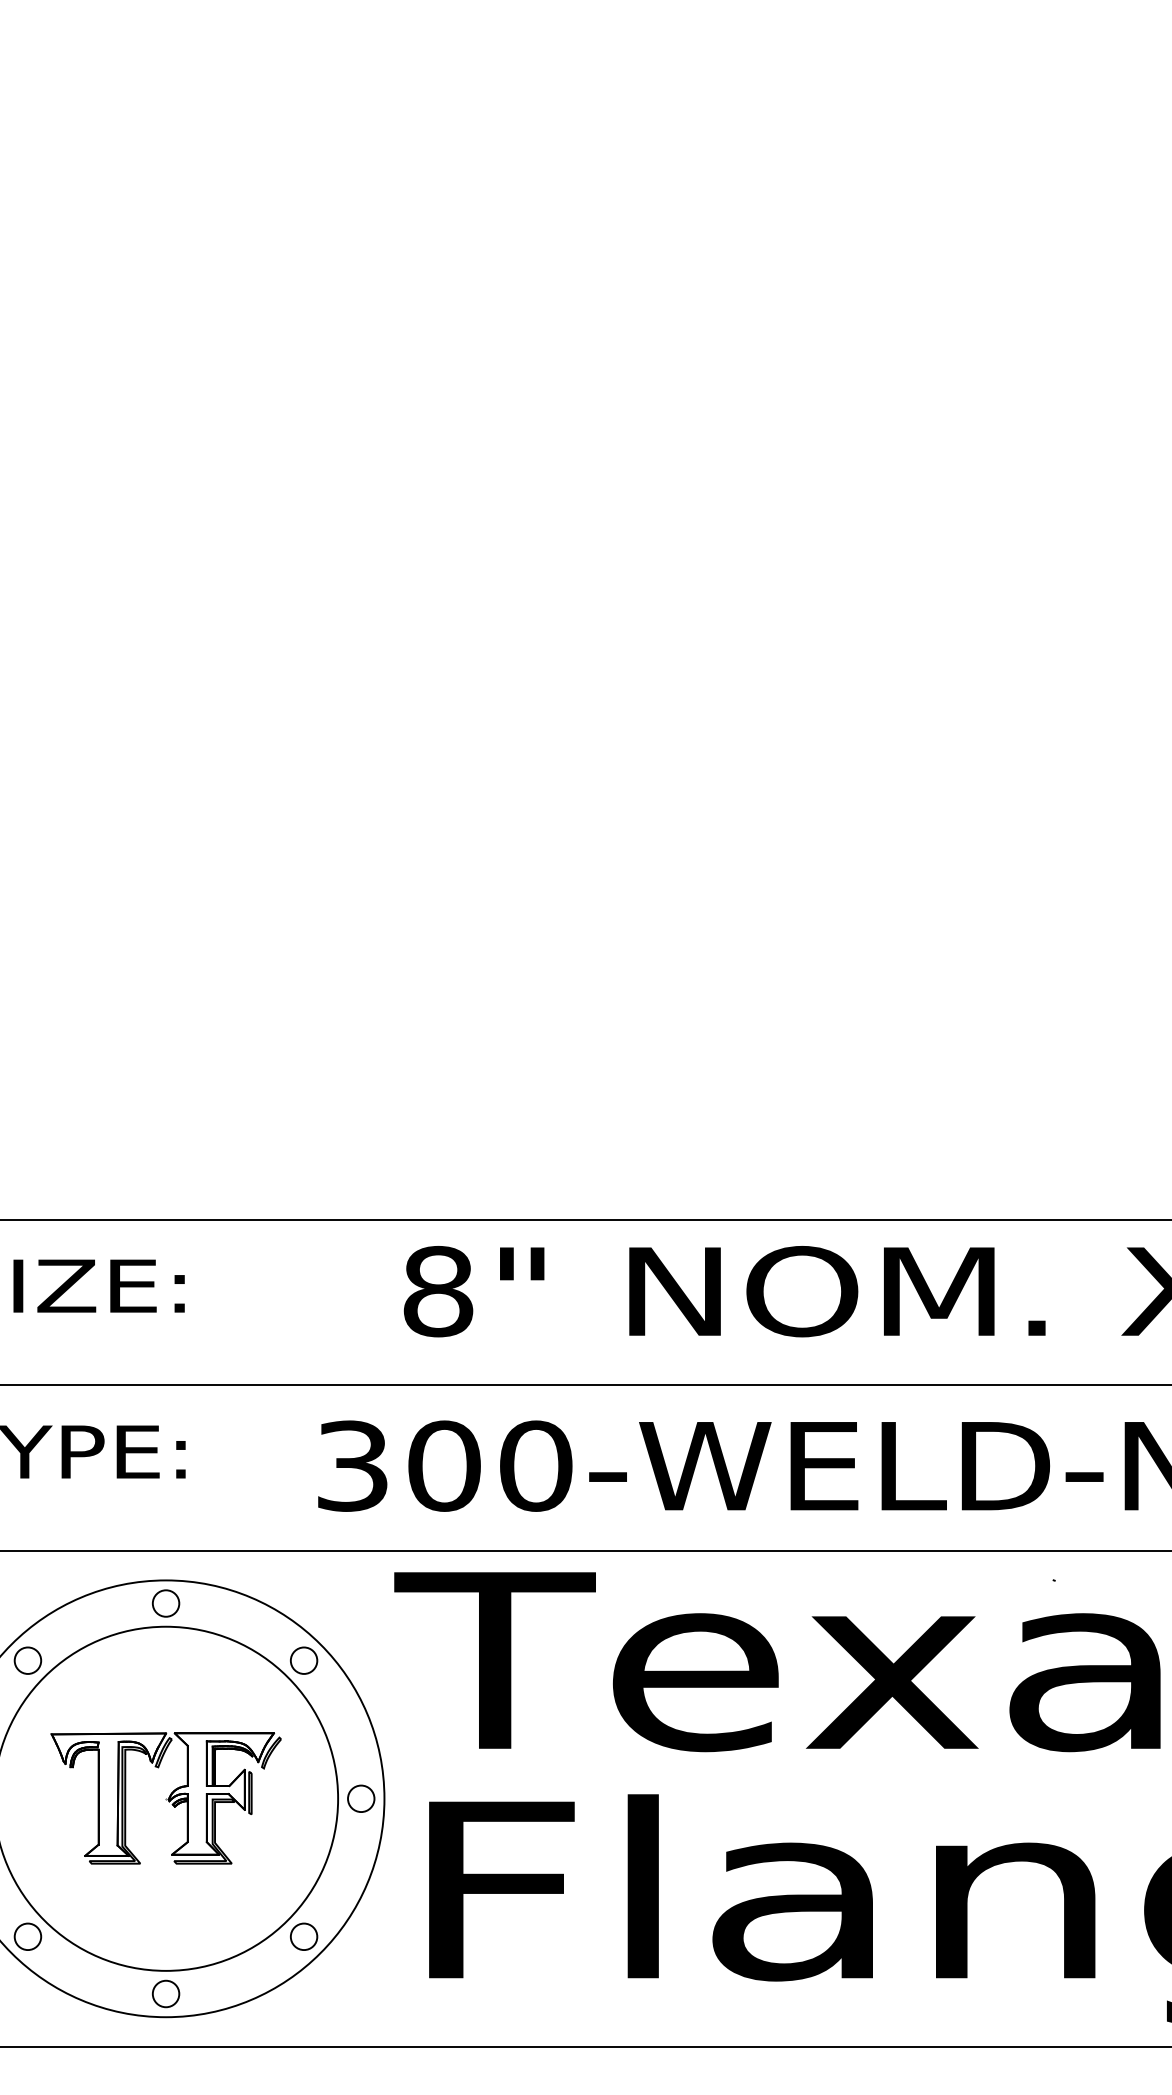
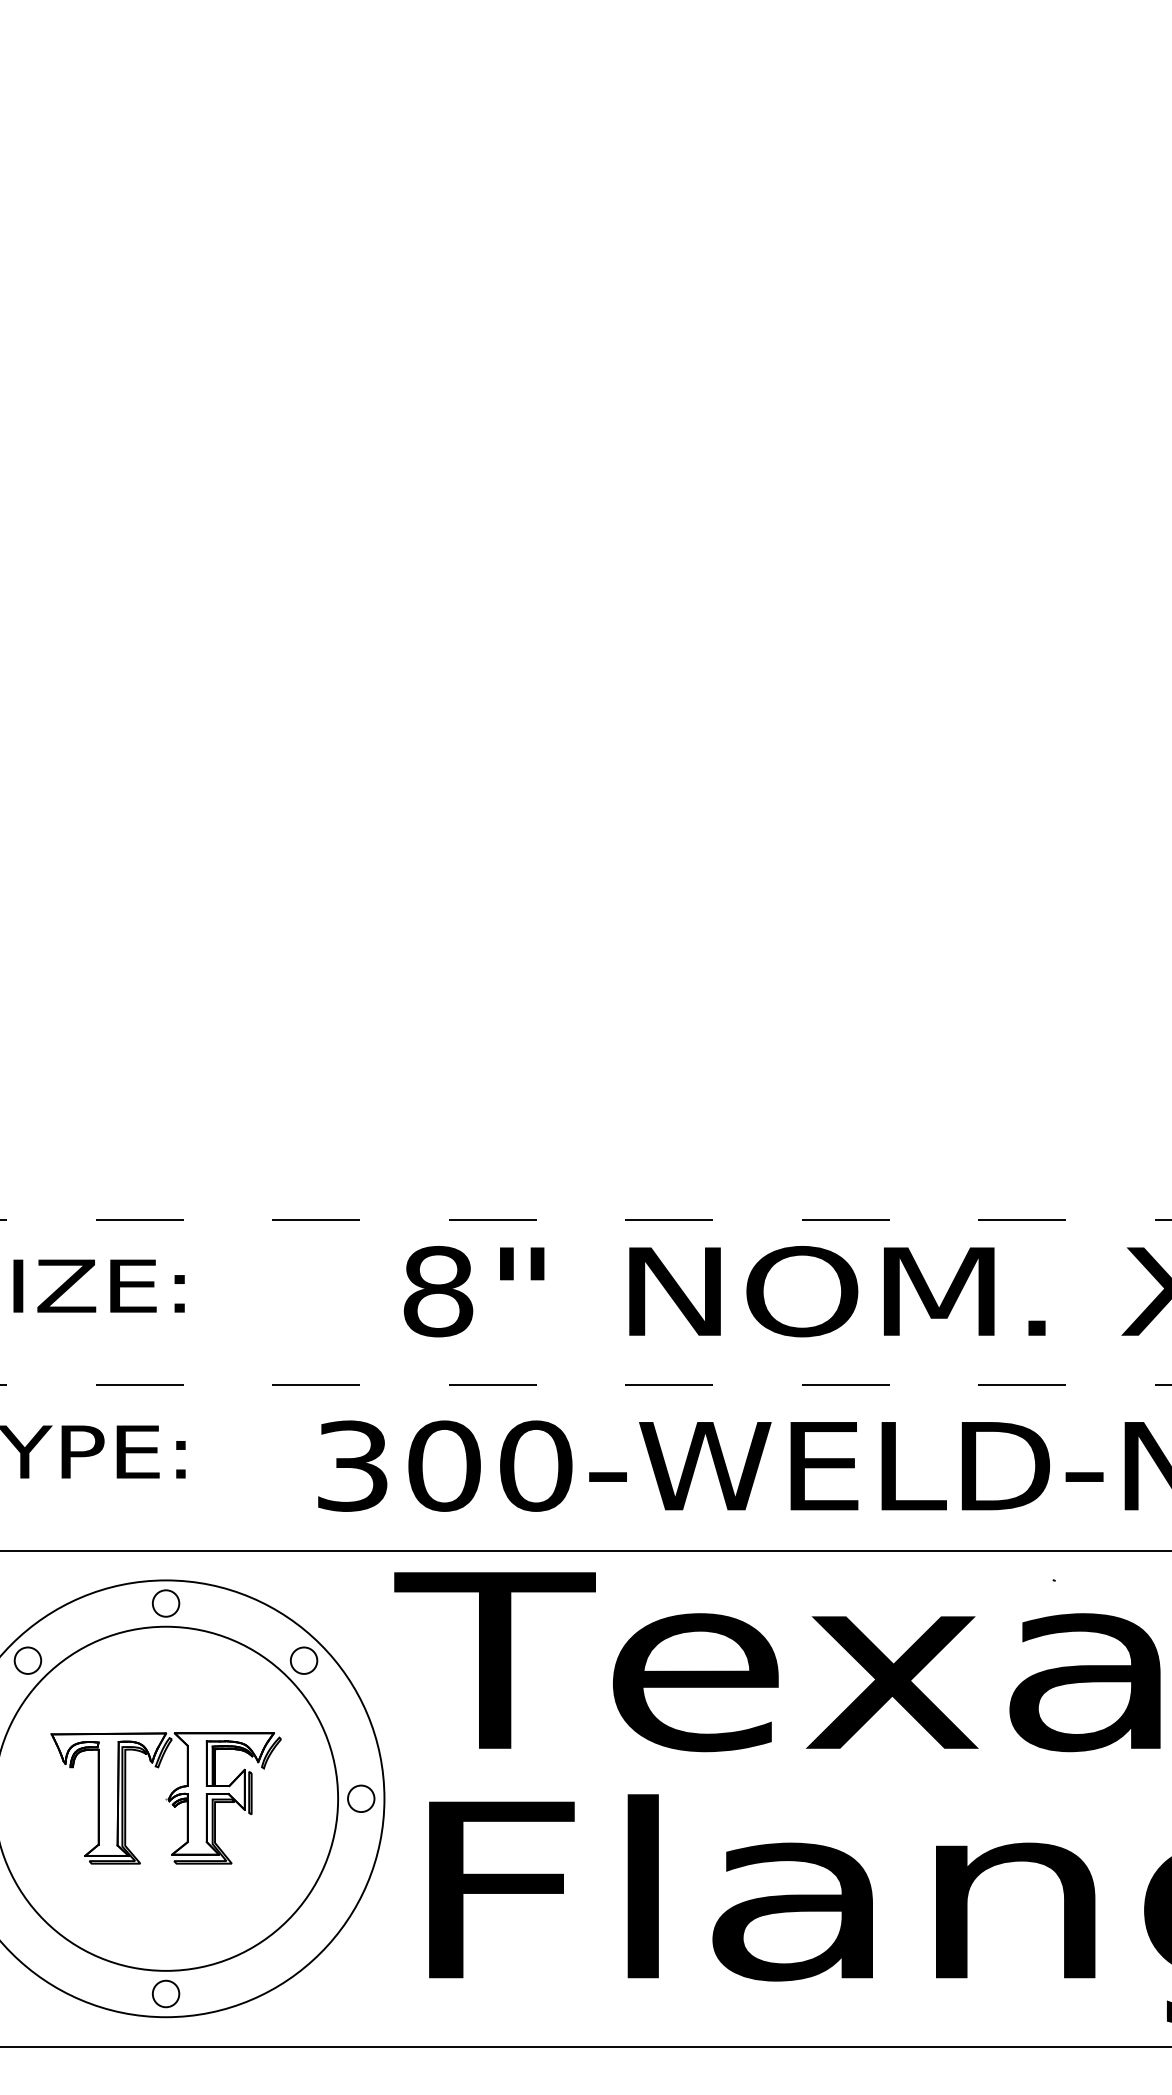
line at (585, 1219): solid -> dashed
line at (585, 1385): solid -> dashed
circle at (27, 1936): present -> none
circle at (304, 1936): present -> none
